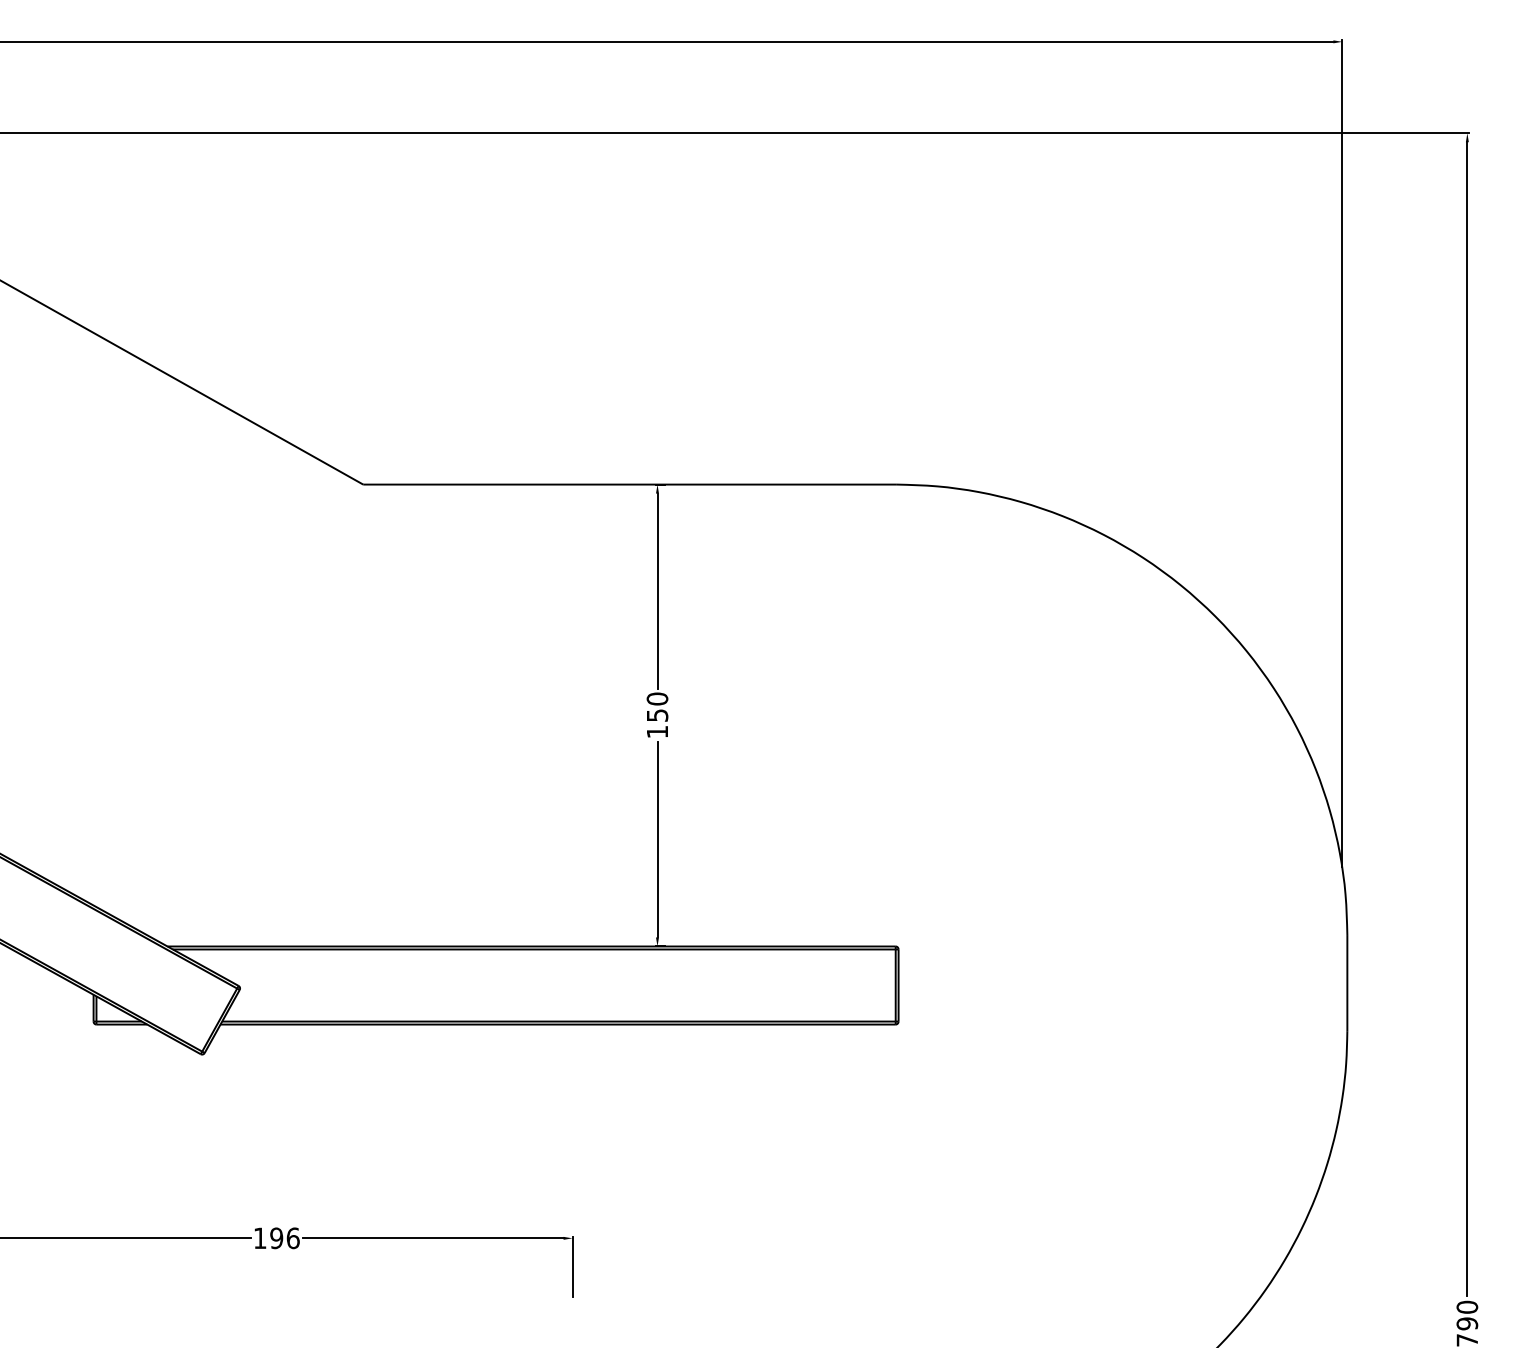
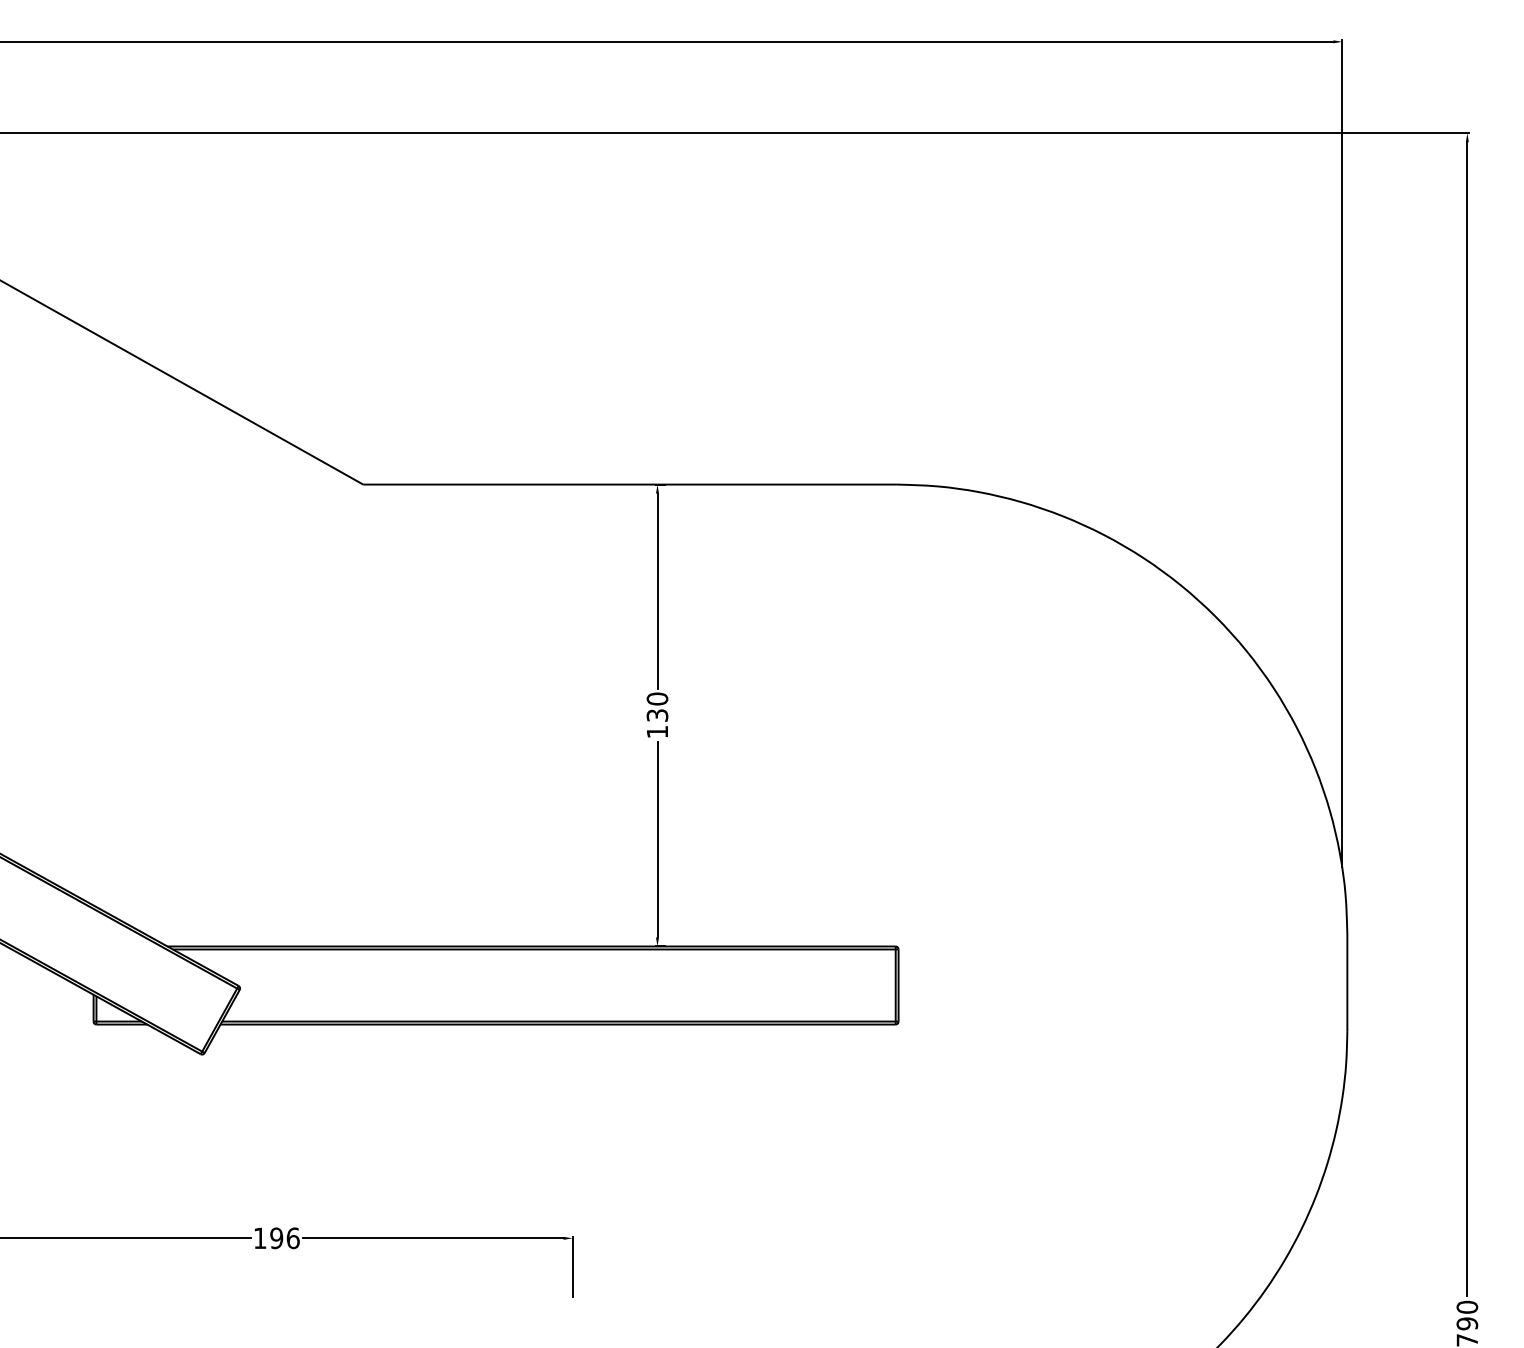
text at (656, 715): 150 -> 130
